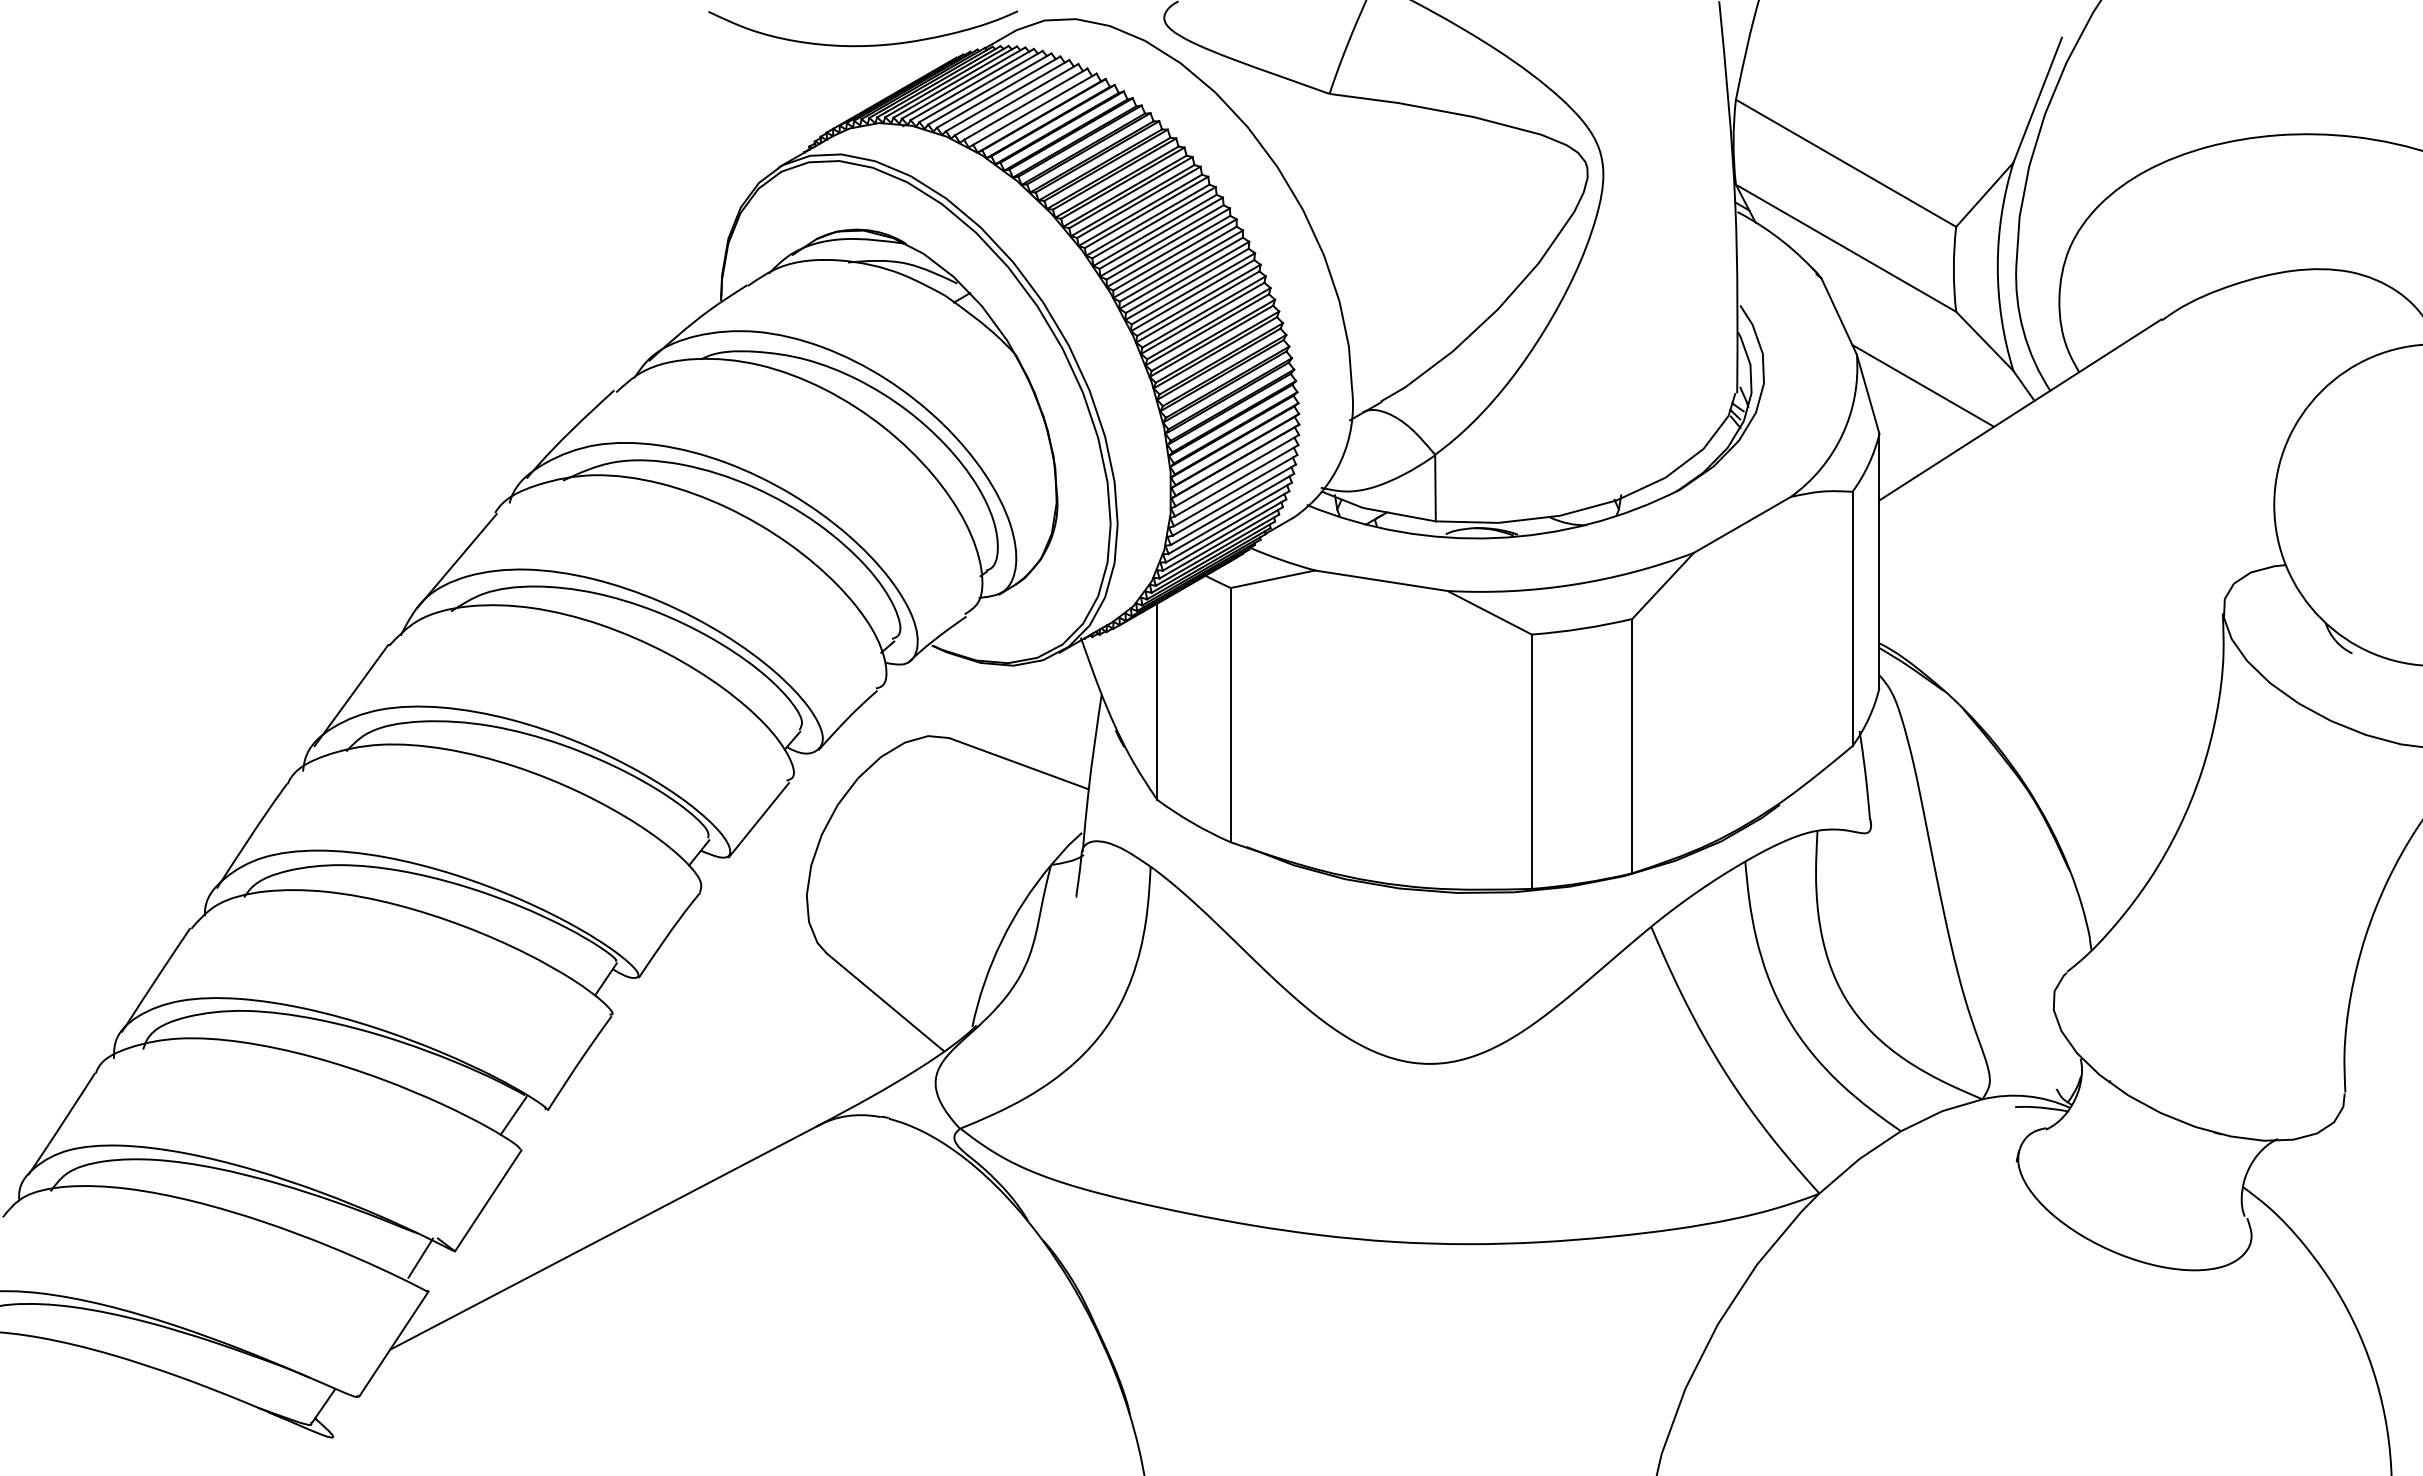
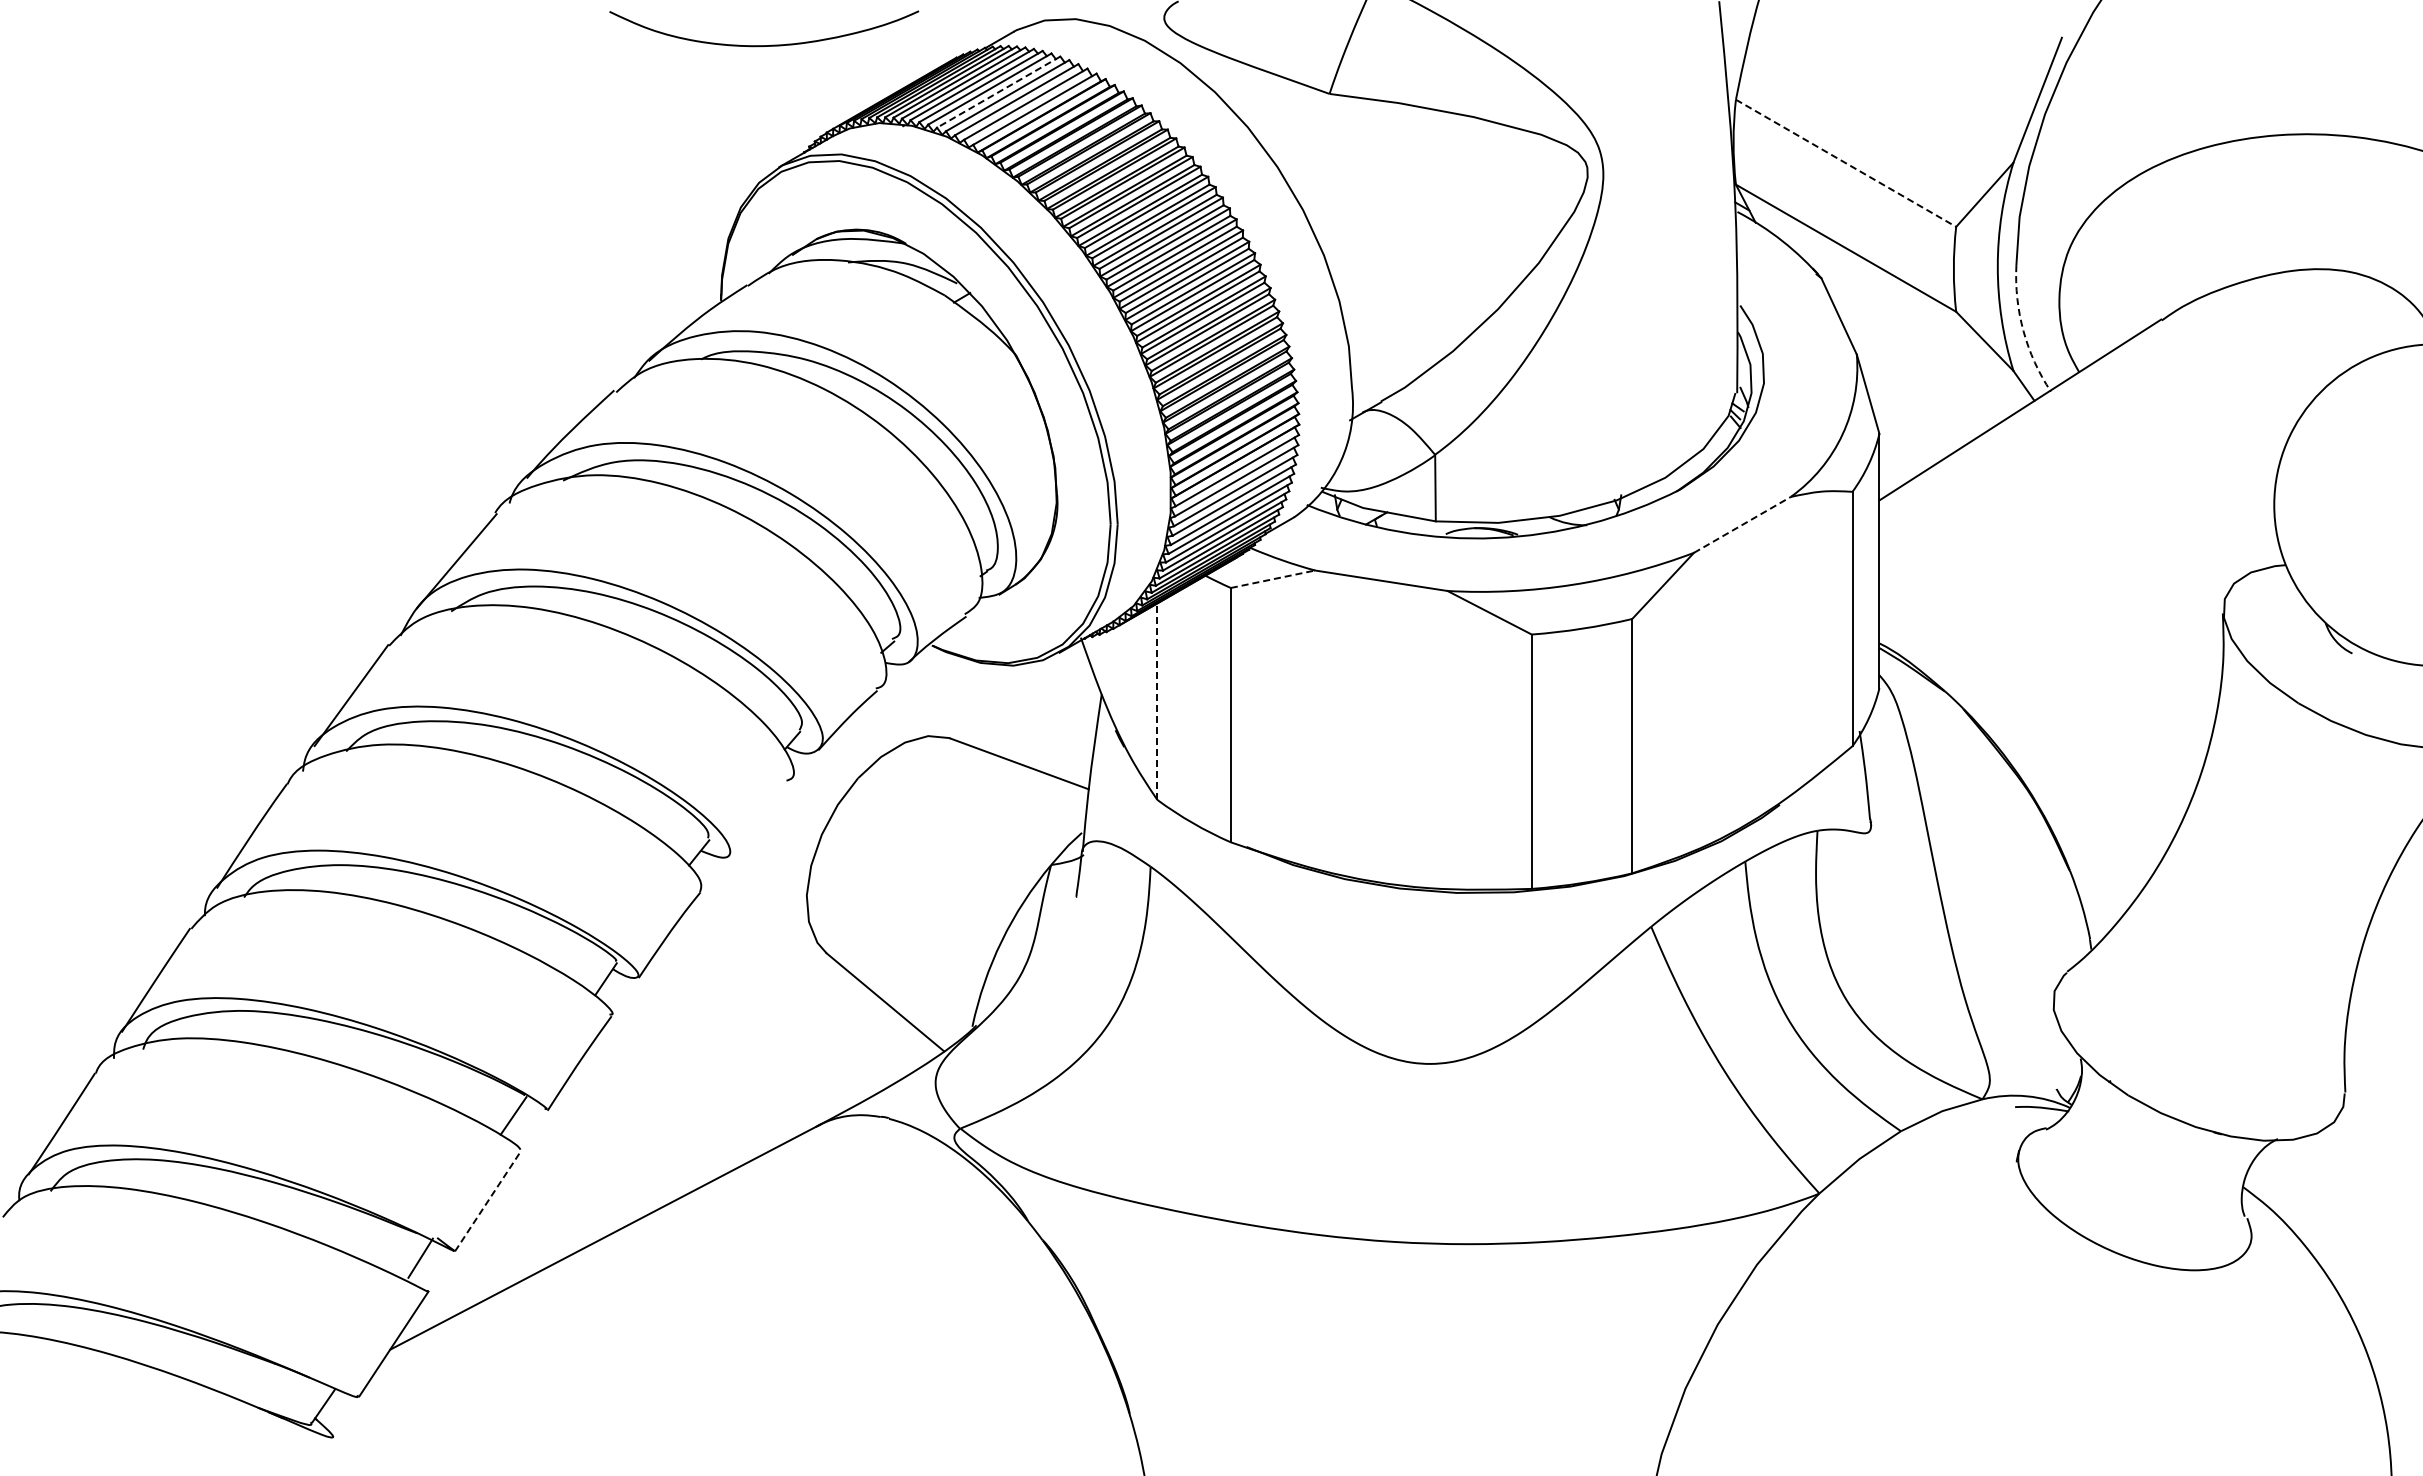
curve at (863, 45) position: (863, 45) -> (764, 45)
line at (998, 92): solid -> dashed
line at (1846, 163): solid -> dashed
arc at (2023, 331): solid -> dashed
line at (1923, 385): present -> none
line at (1742, 524): solid -> dashed
line at (1273, 579): solid -> dashed
line at (1157, 701): solid -> dashed
line at (758, 819): present -> none
line at (488, 1200): solid -> dashed
